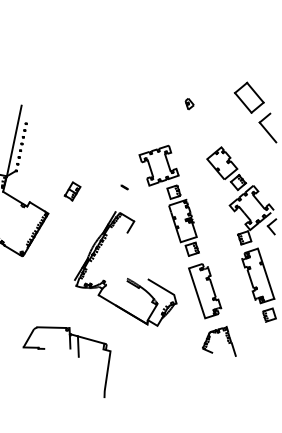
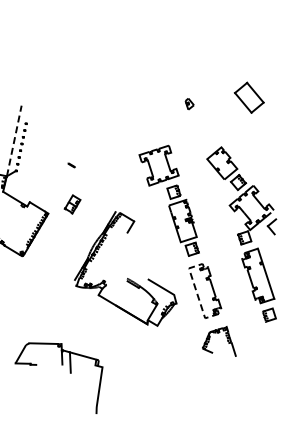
part at (267, 127): present -> none
line at (14, 140): solid -> dashed
part at (124, 187) position: (124, 187) -> (71, 165)
part at (72, 191) position: (72, 191) -> (72, 204)
line at (196, 292): solid -> dashed
part at (77, 356) position: (77, 356) -> (69, 372)
